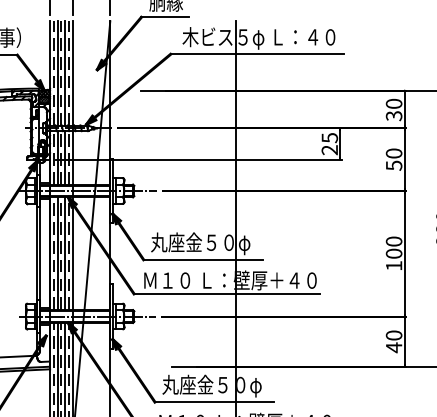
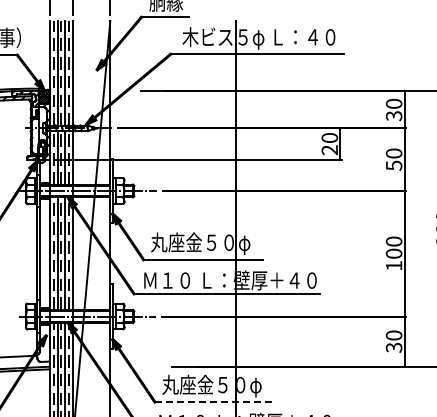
text at (329, 138): 25 -> 20
text at (393, 347): 40 -> 30
line at (214, 402): solid -> dashed
